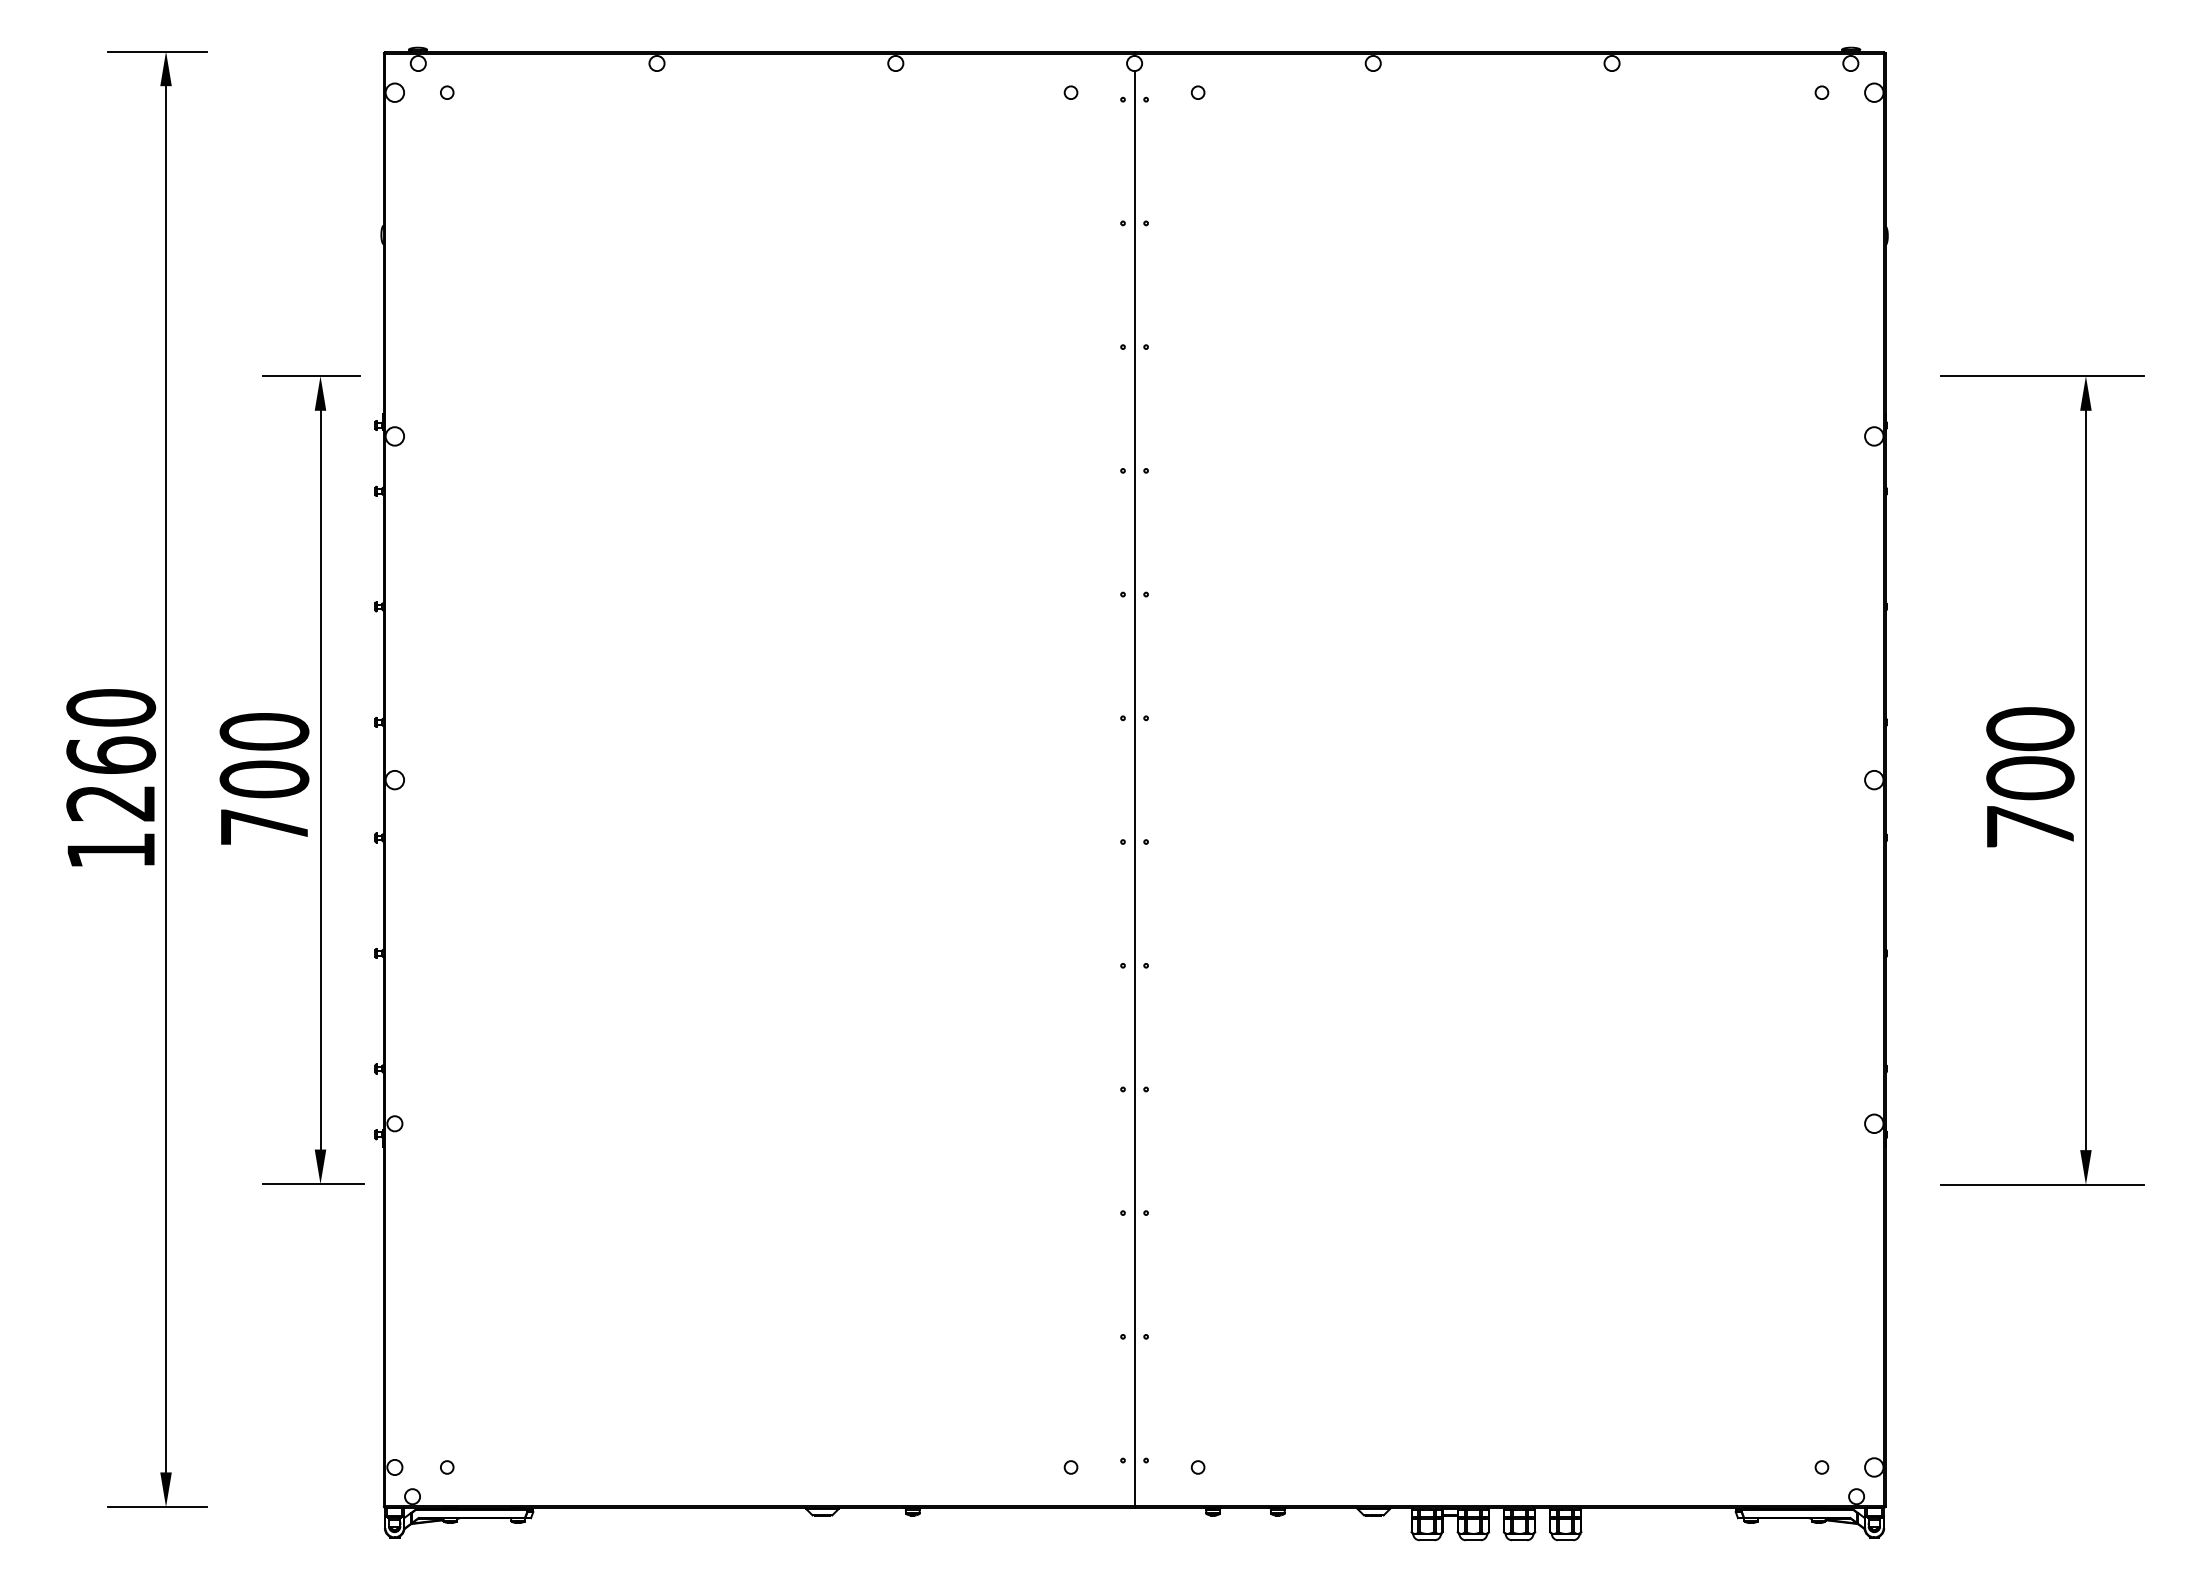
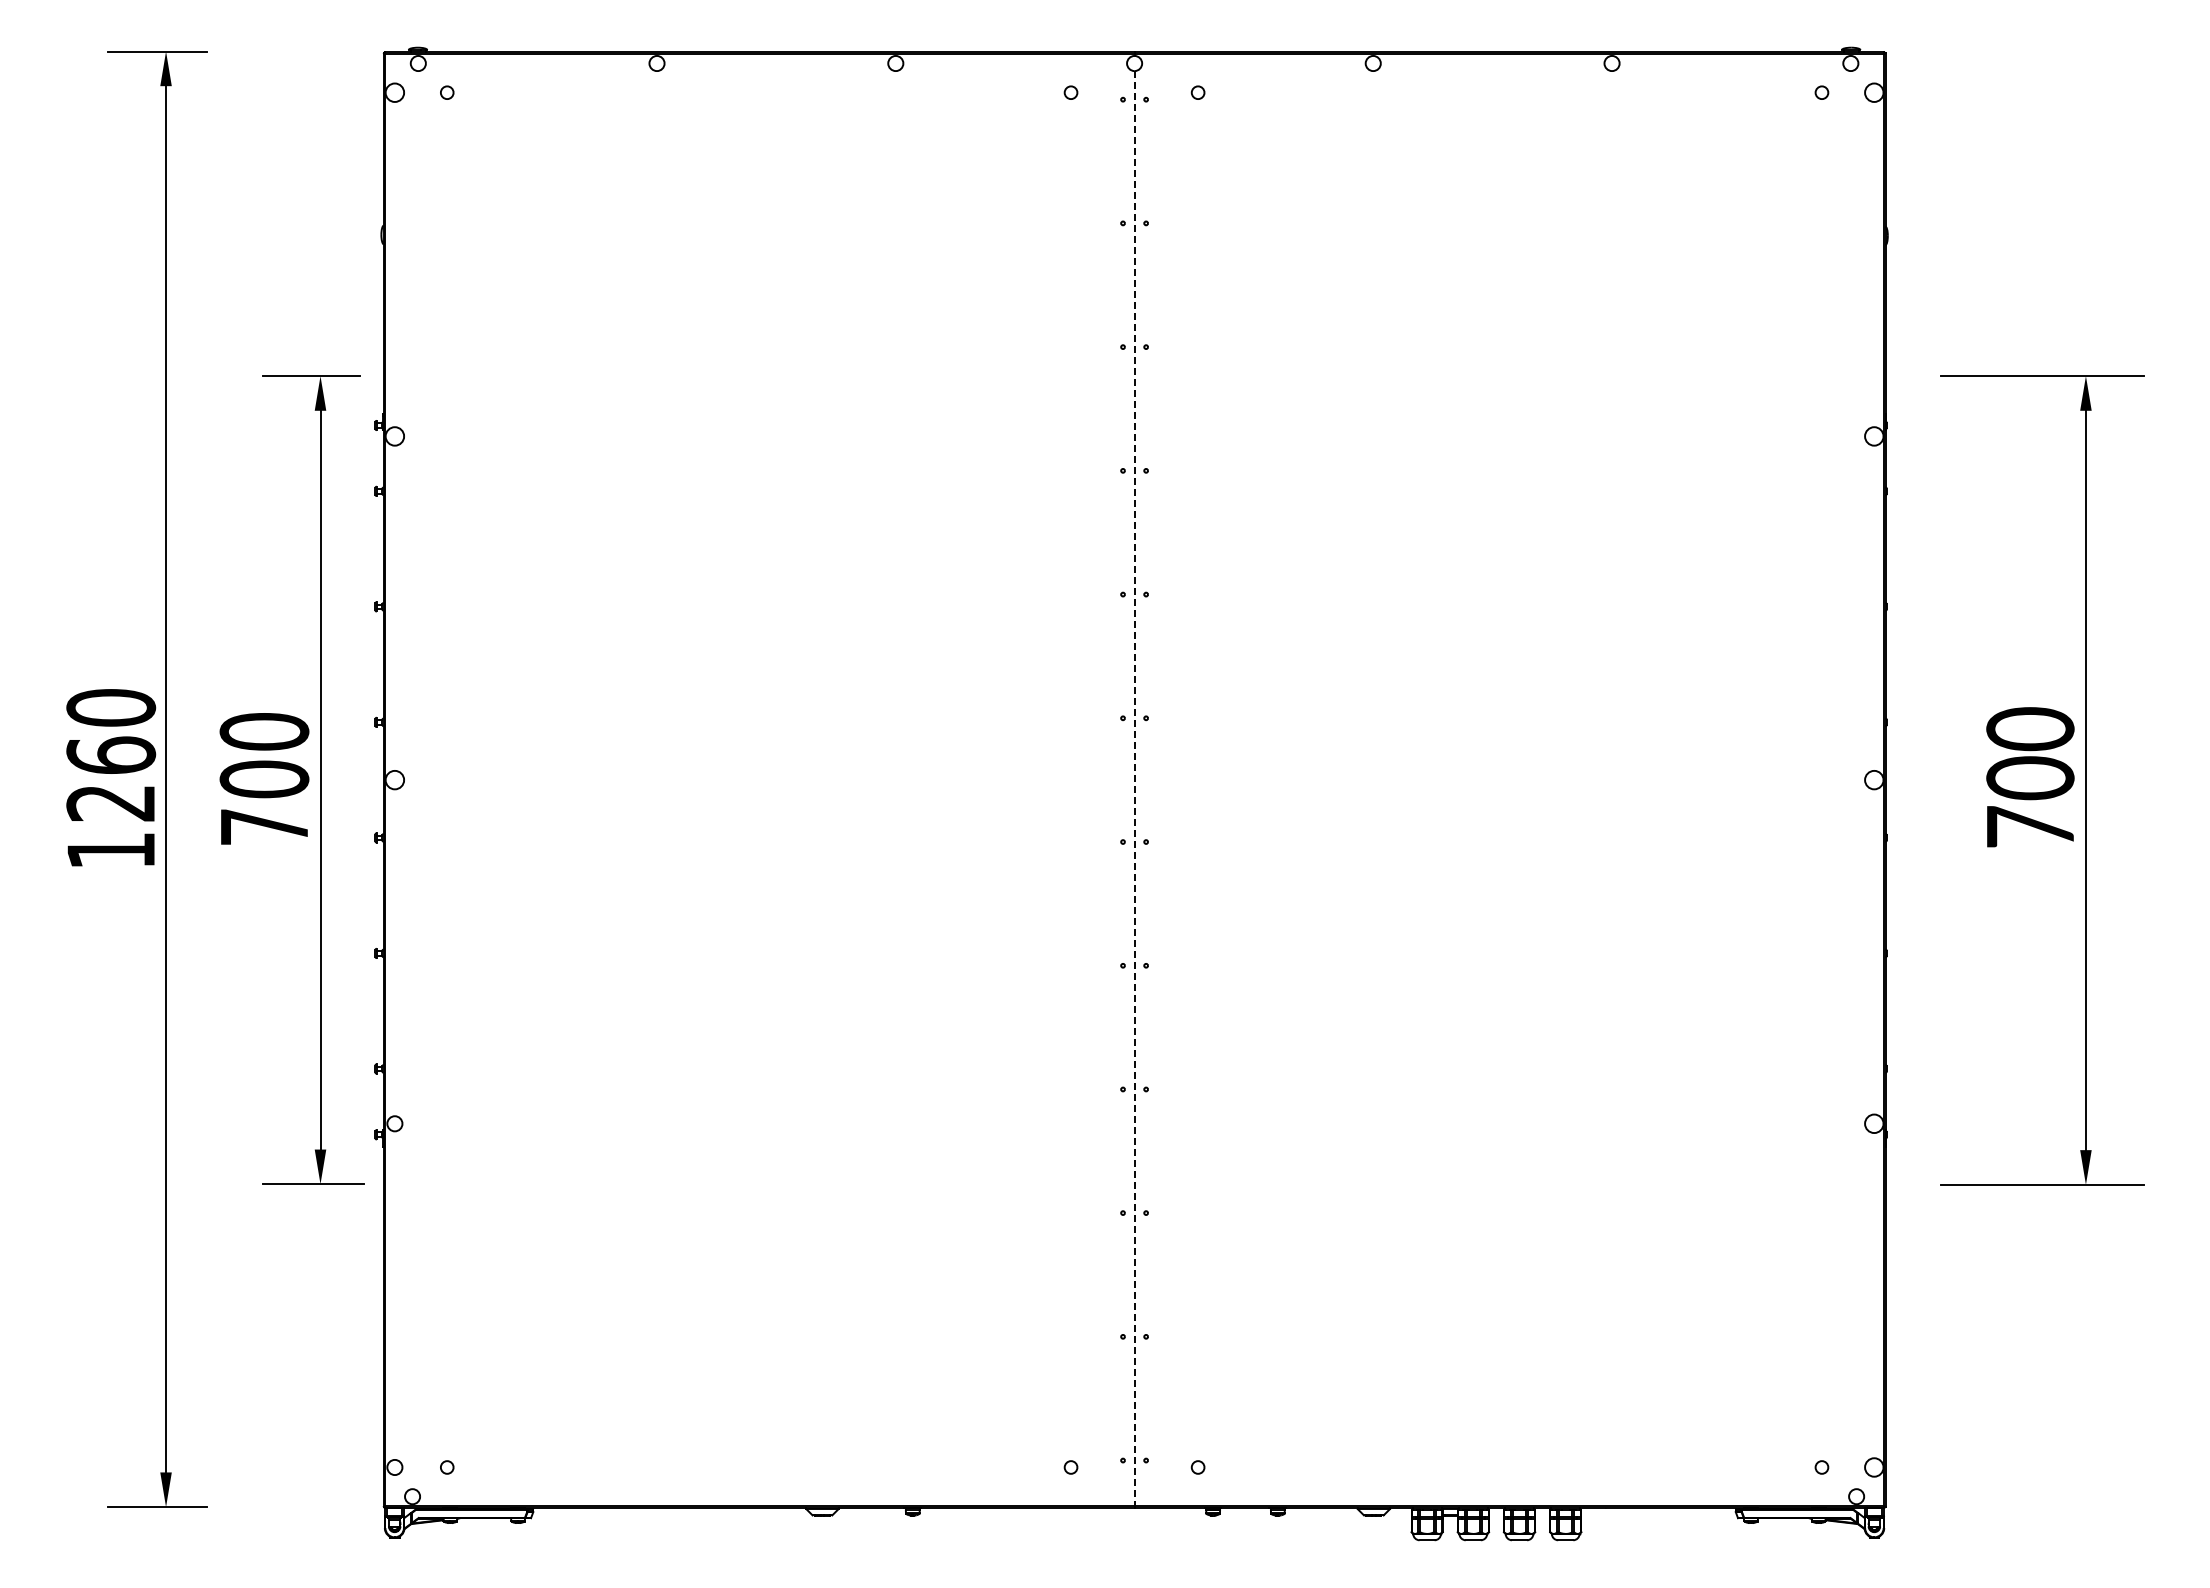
line at (1134, 788): solid -> dashed
